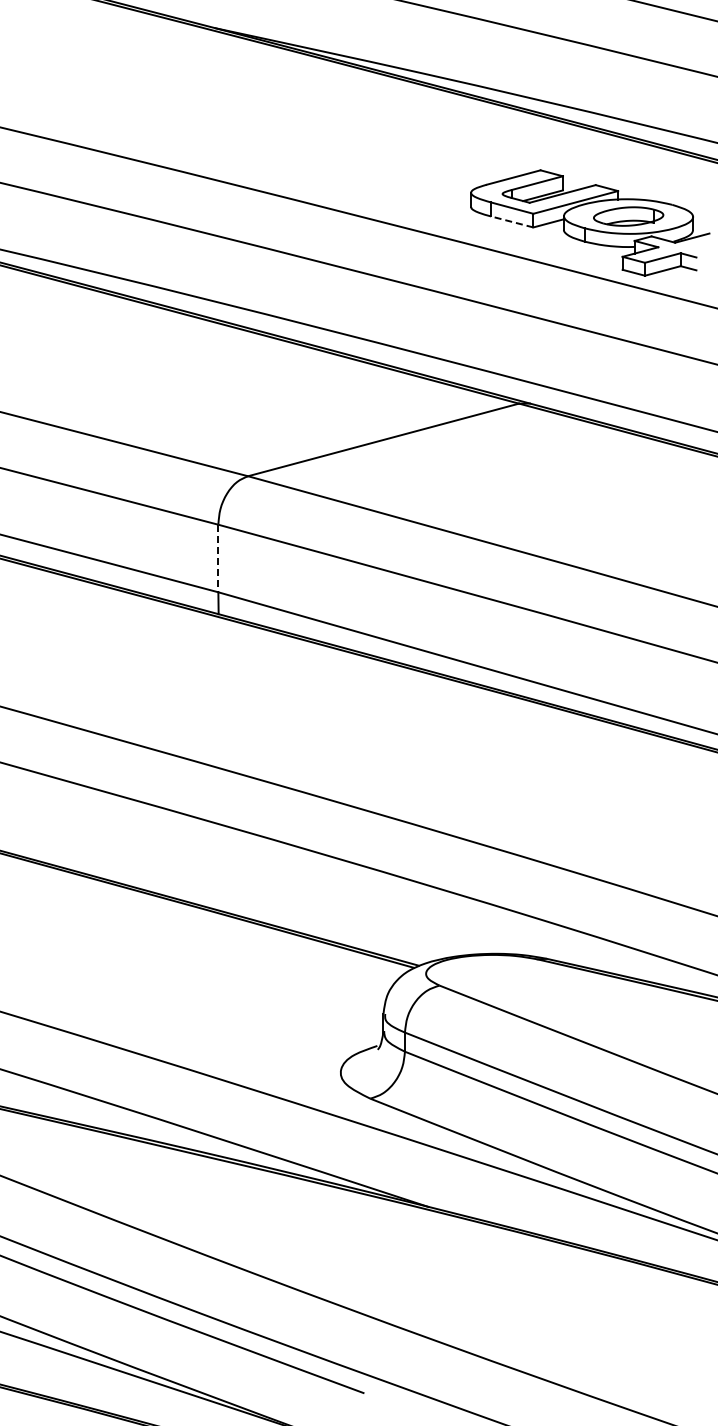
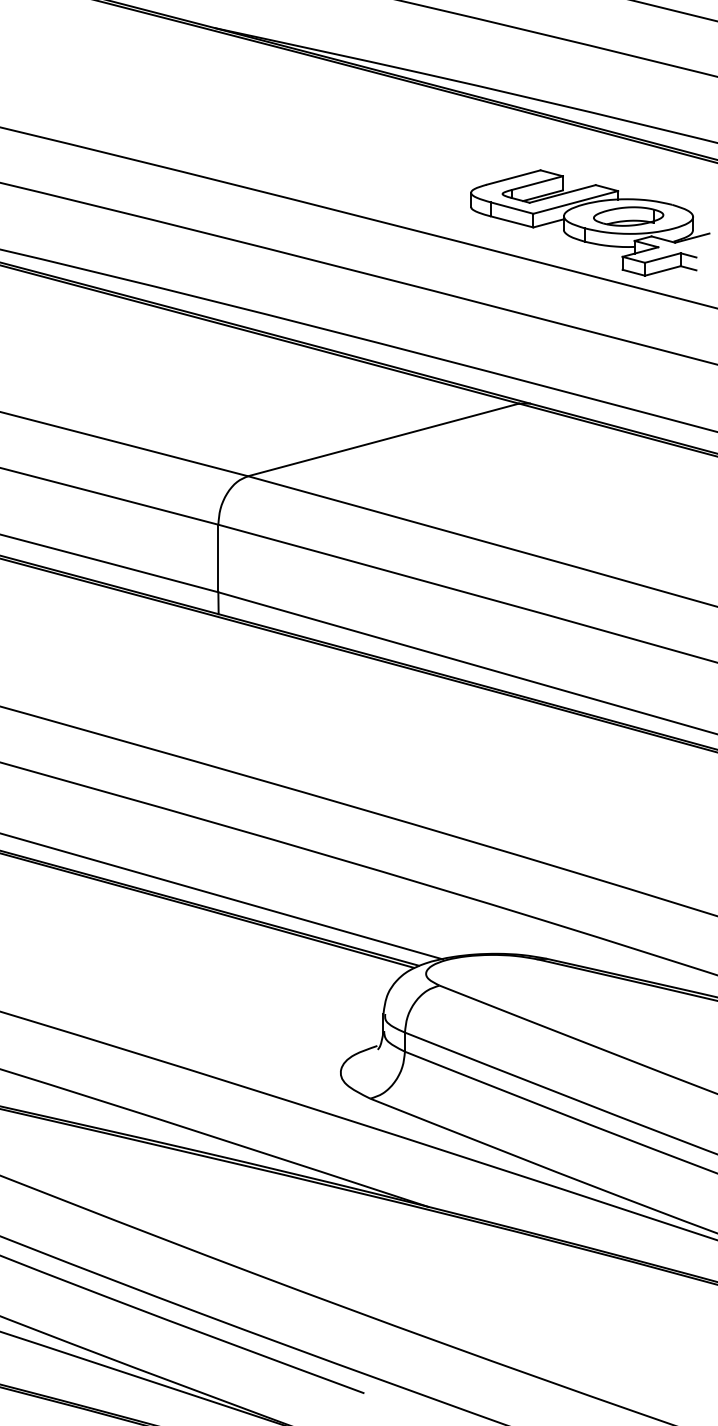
line at (512, 221): dashed -> solid
line at (218, 558): dashed -> solid
line at (222, 896): none -> present
